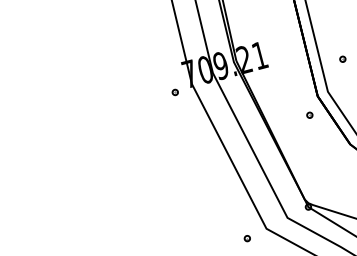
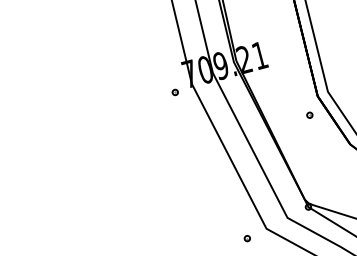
part at (342, 58): present -> none
